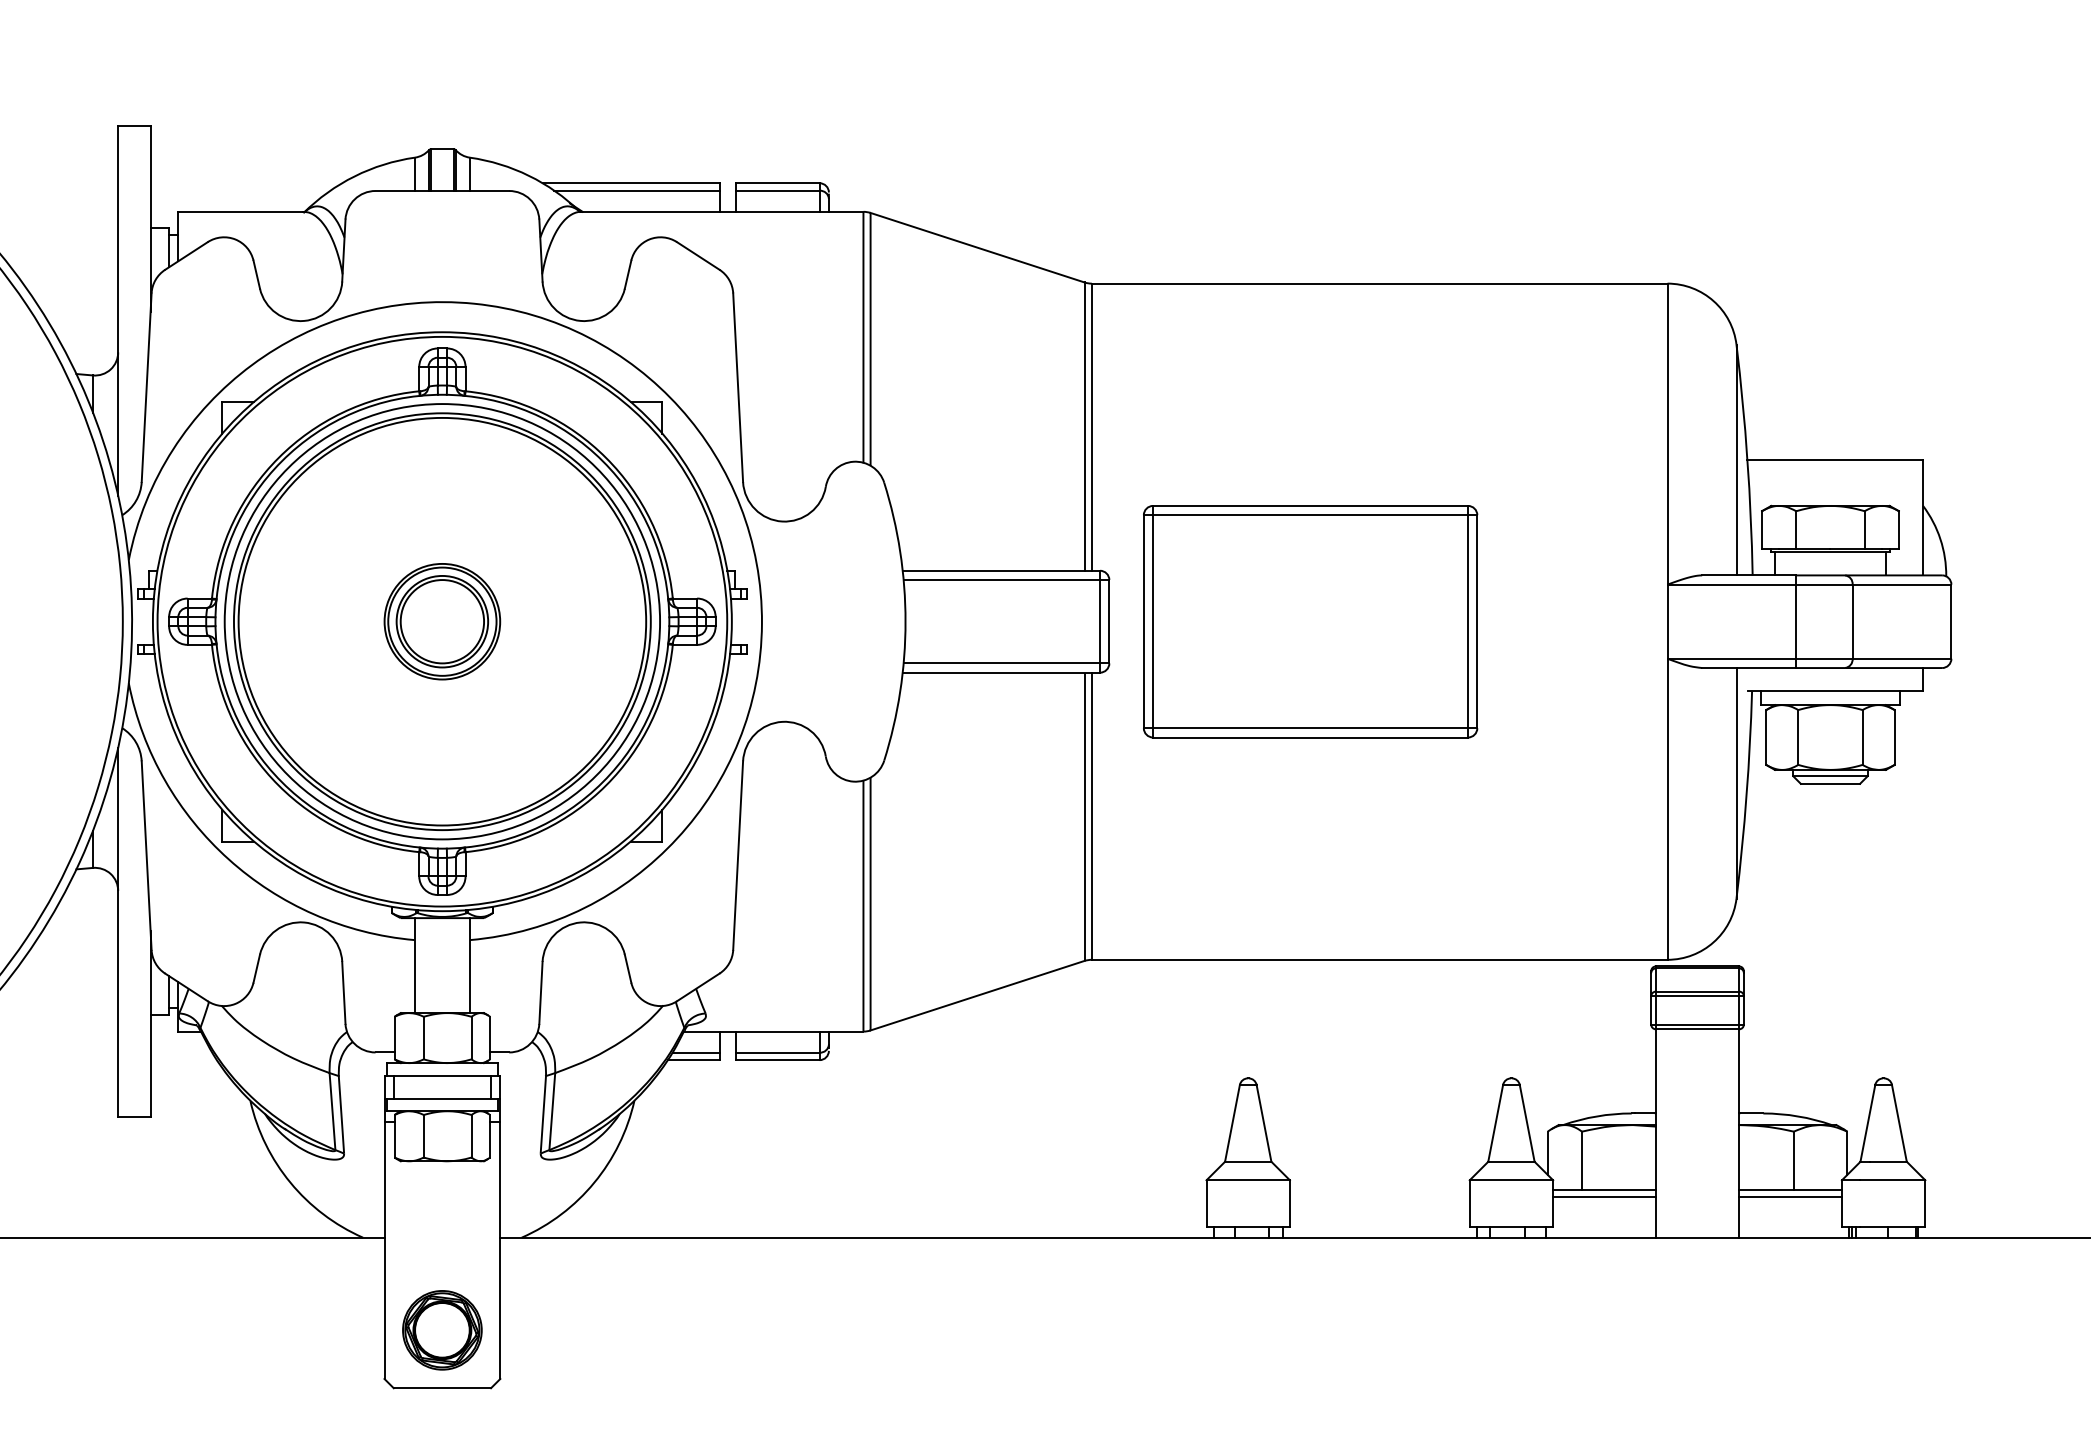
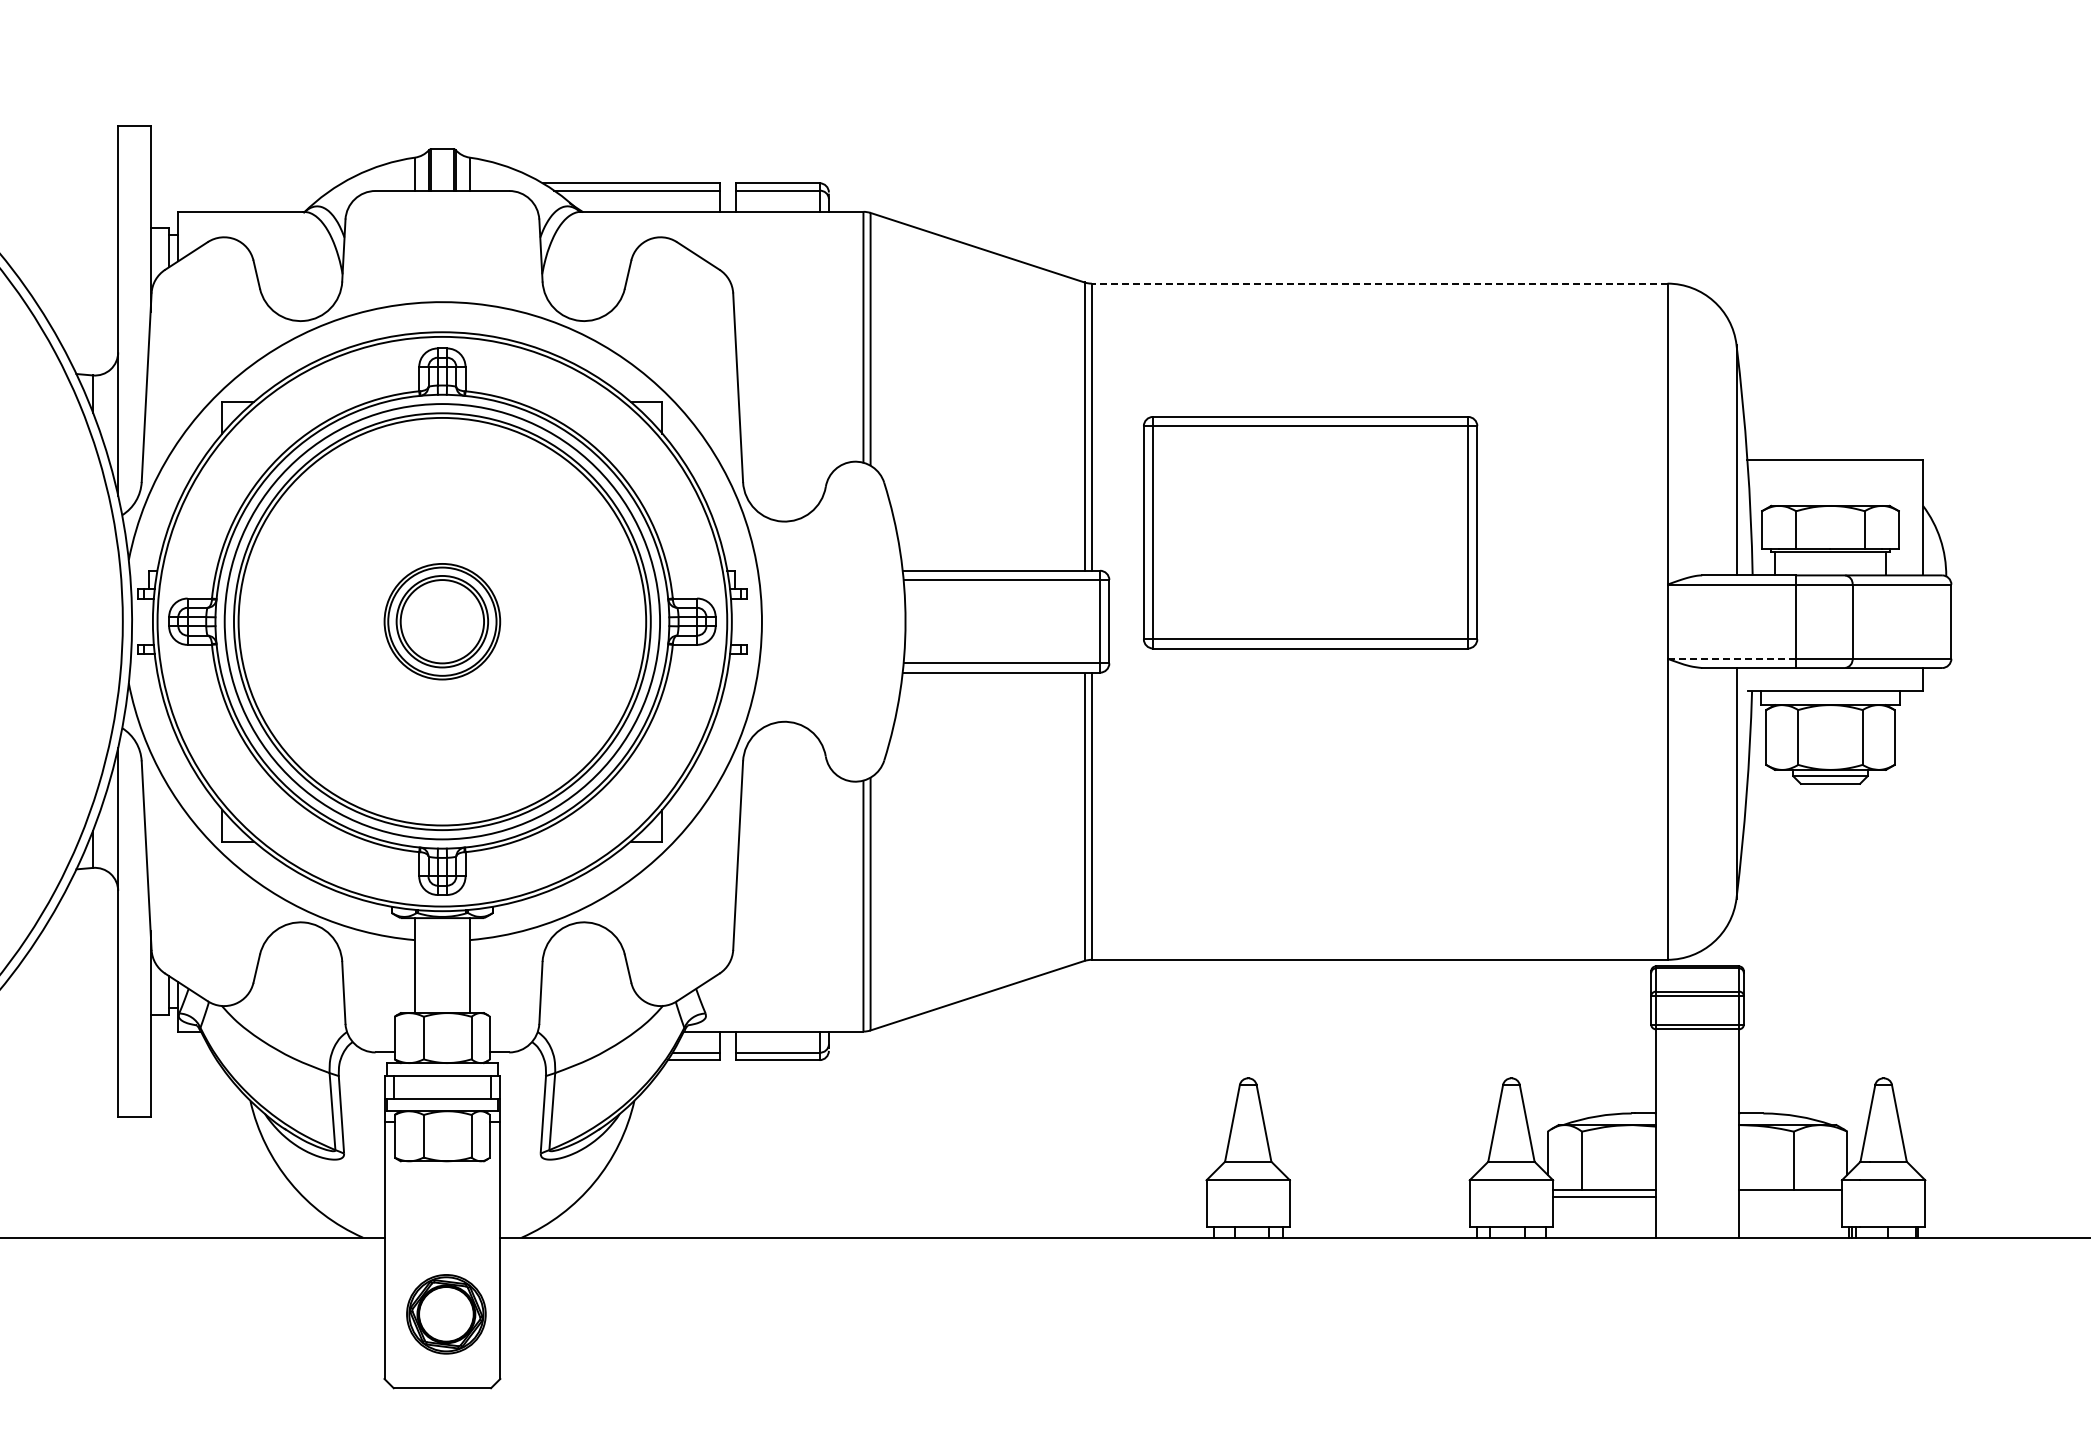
line at (1379, 283): solid -> dashed
part at (1310, 621) position: (1310, 621) -> (1310, 532)
line at (1731, 658): solid -> dashed
line at (1790, 1196): present -> none
part at (442, 1330) position: (442, 1330) -> (446, 1314)
